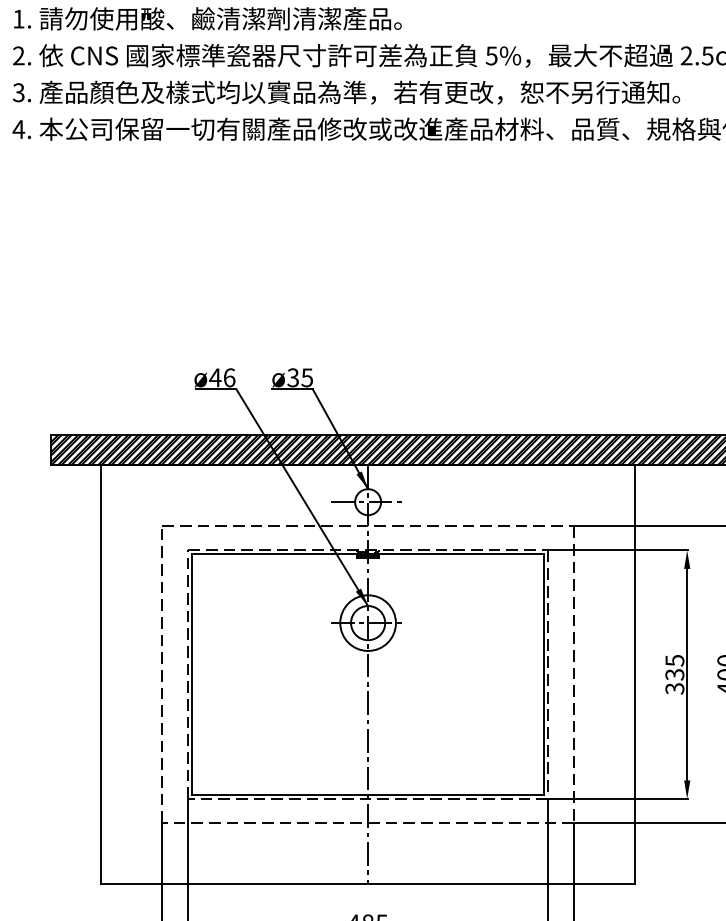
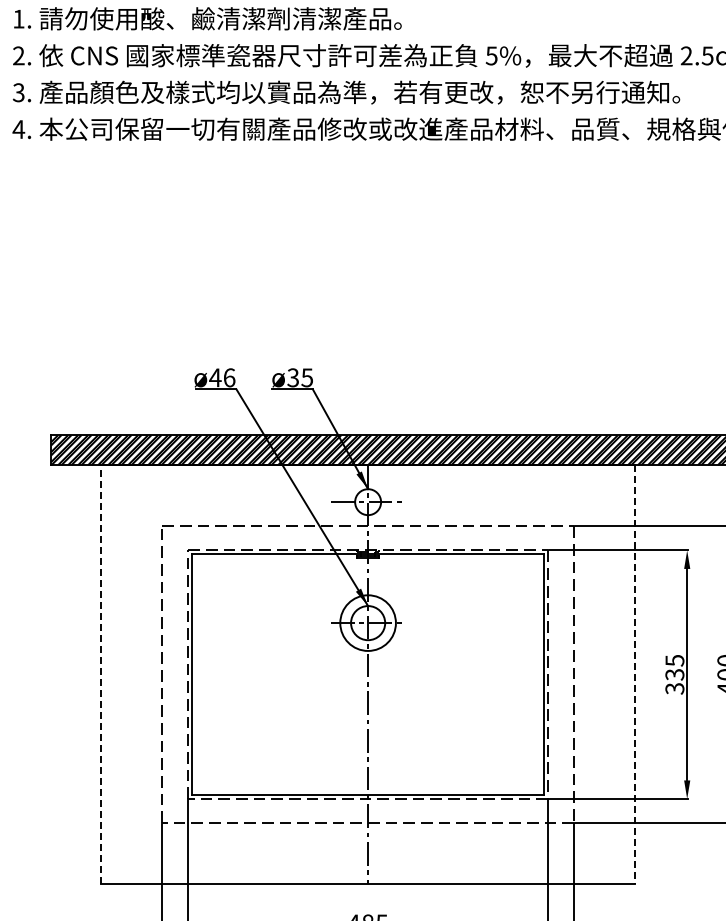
line at (100, 674): solid -> dashed
line at (635, 674): solid -> dashed
